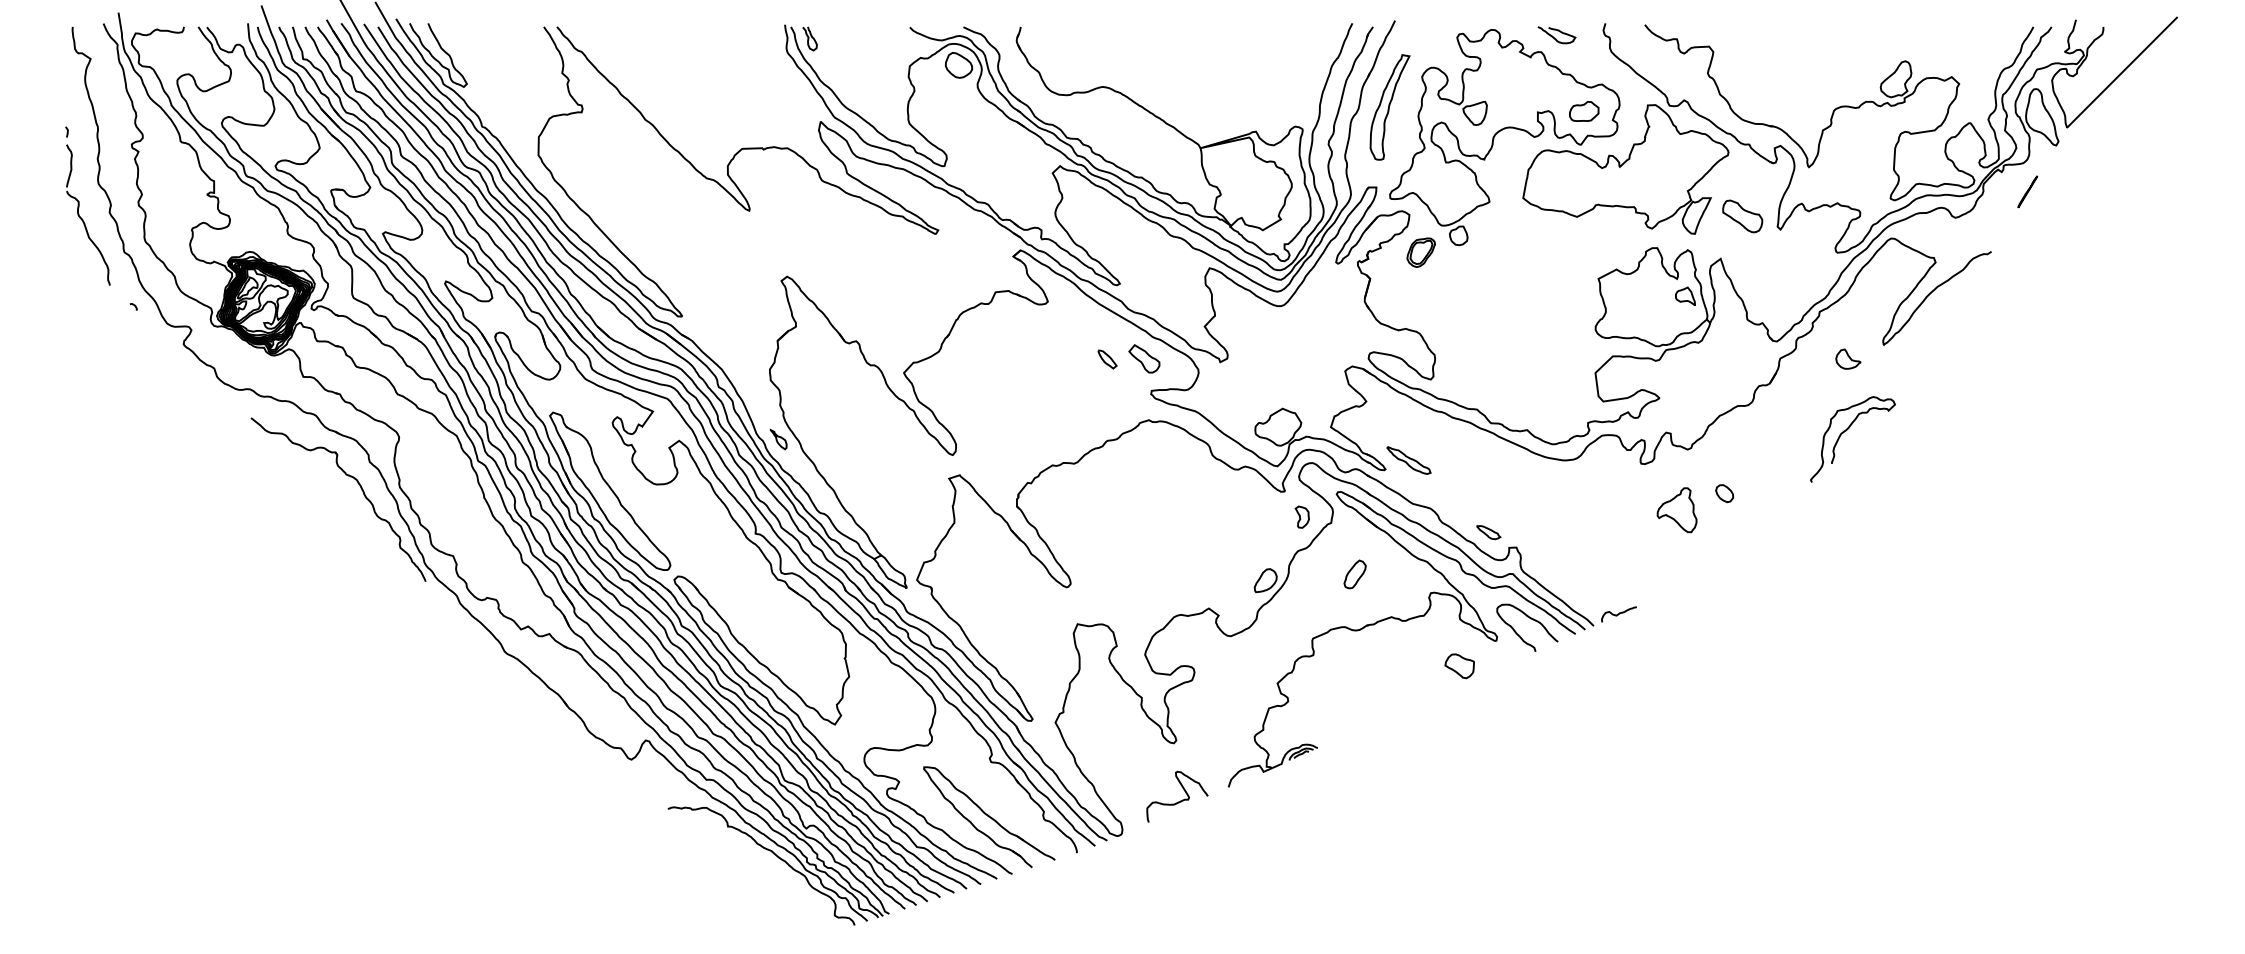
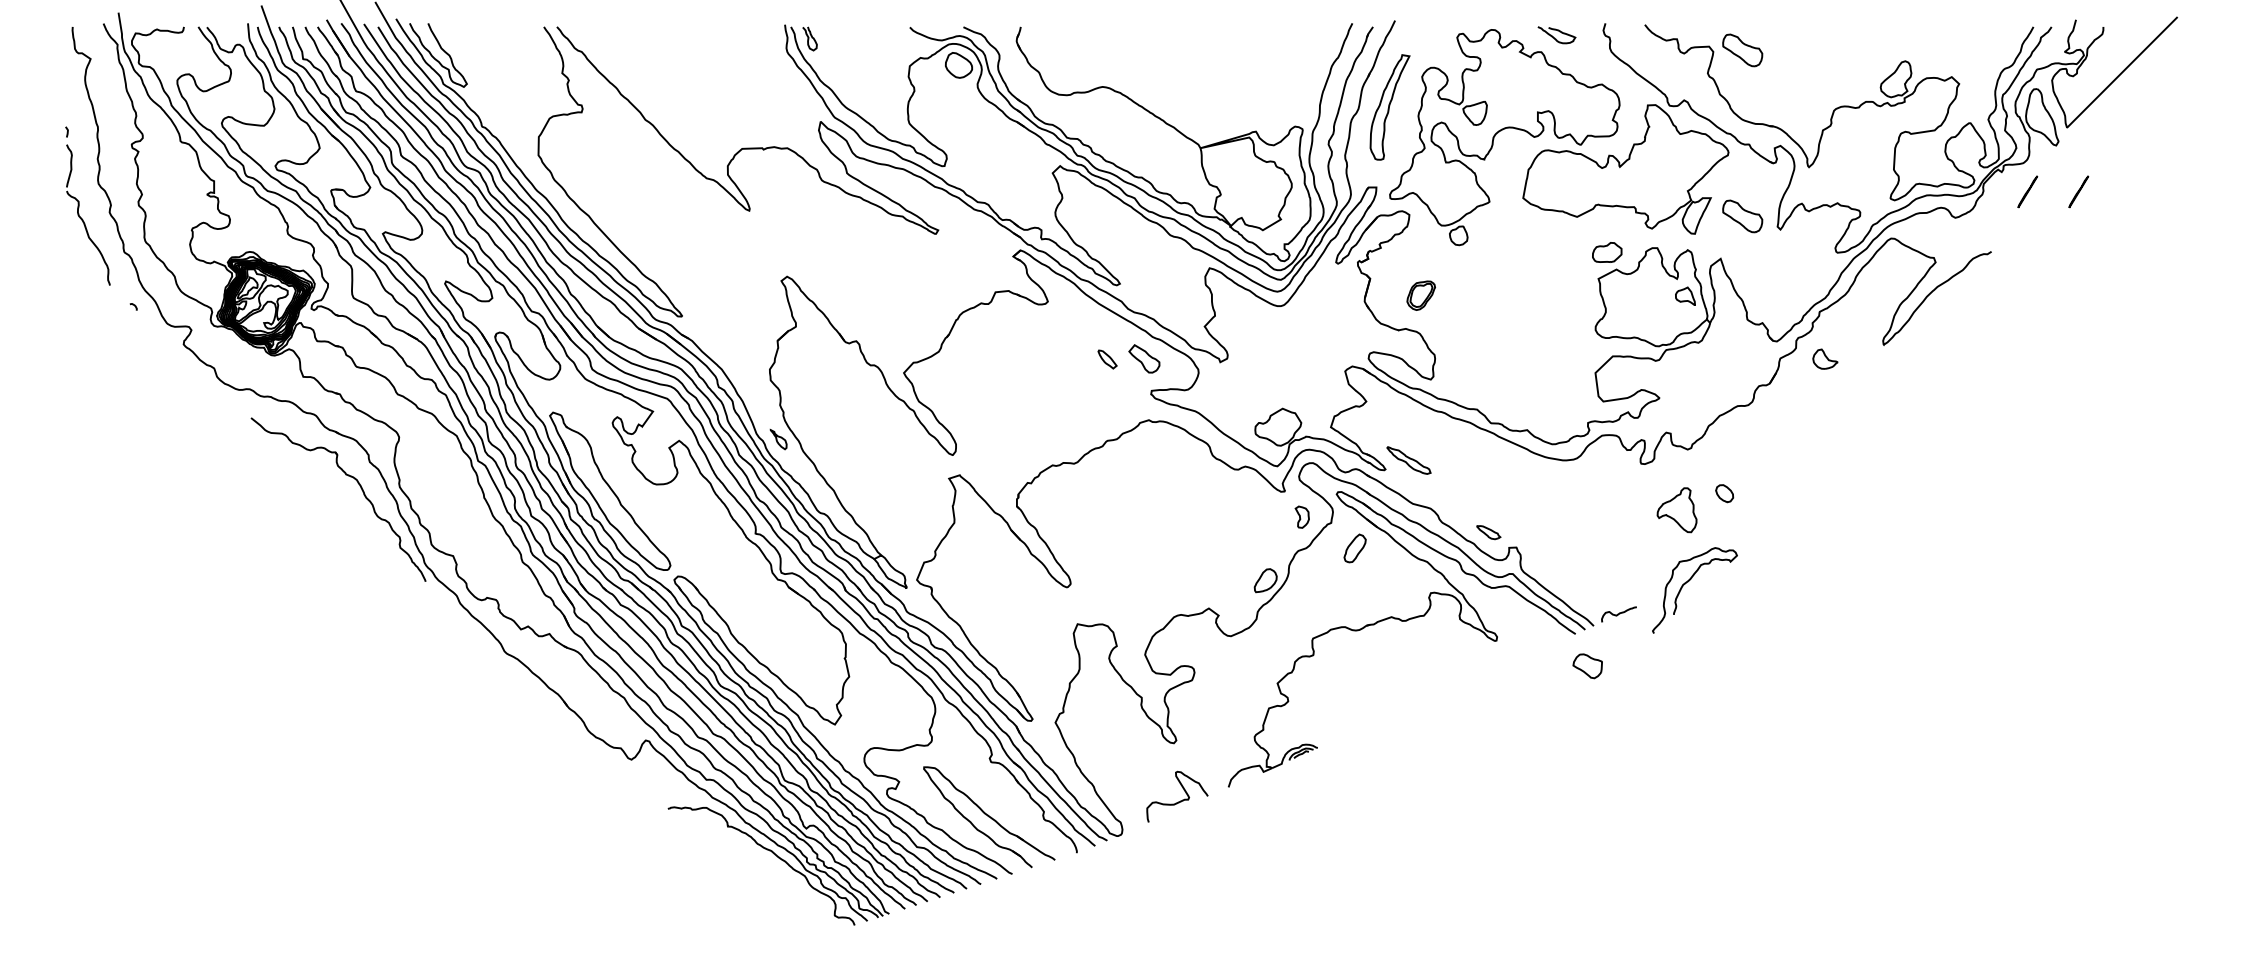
part at (1742, 50): none -> present
part at (1584, 111) position: (1584, 111) -> (1607, 252)
line at (2078, 191): none -> present
part at (1420, 252) position: (1420, 252) -> (1420, 295)
part at (1848, 358) position: (1848, 358) -> (1825, 358)
curve at (1846, 431) position: (1846, 431) -> (1688, 582)
part at (1354, 574) position: (1354, 574) -> (1354, 548)
curve at (1530, 619): present -> none
part at (1459, 666) position: (1459, 666) -> (1587, 666)
